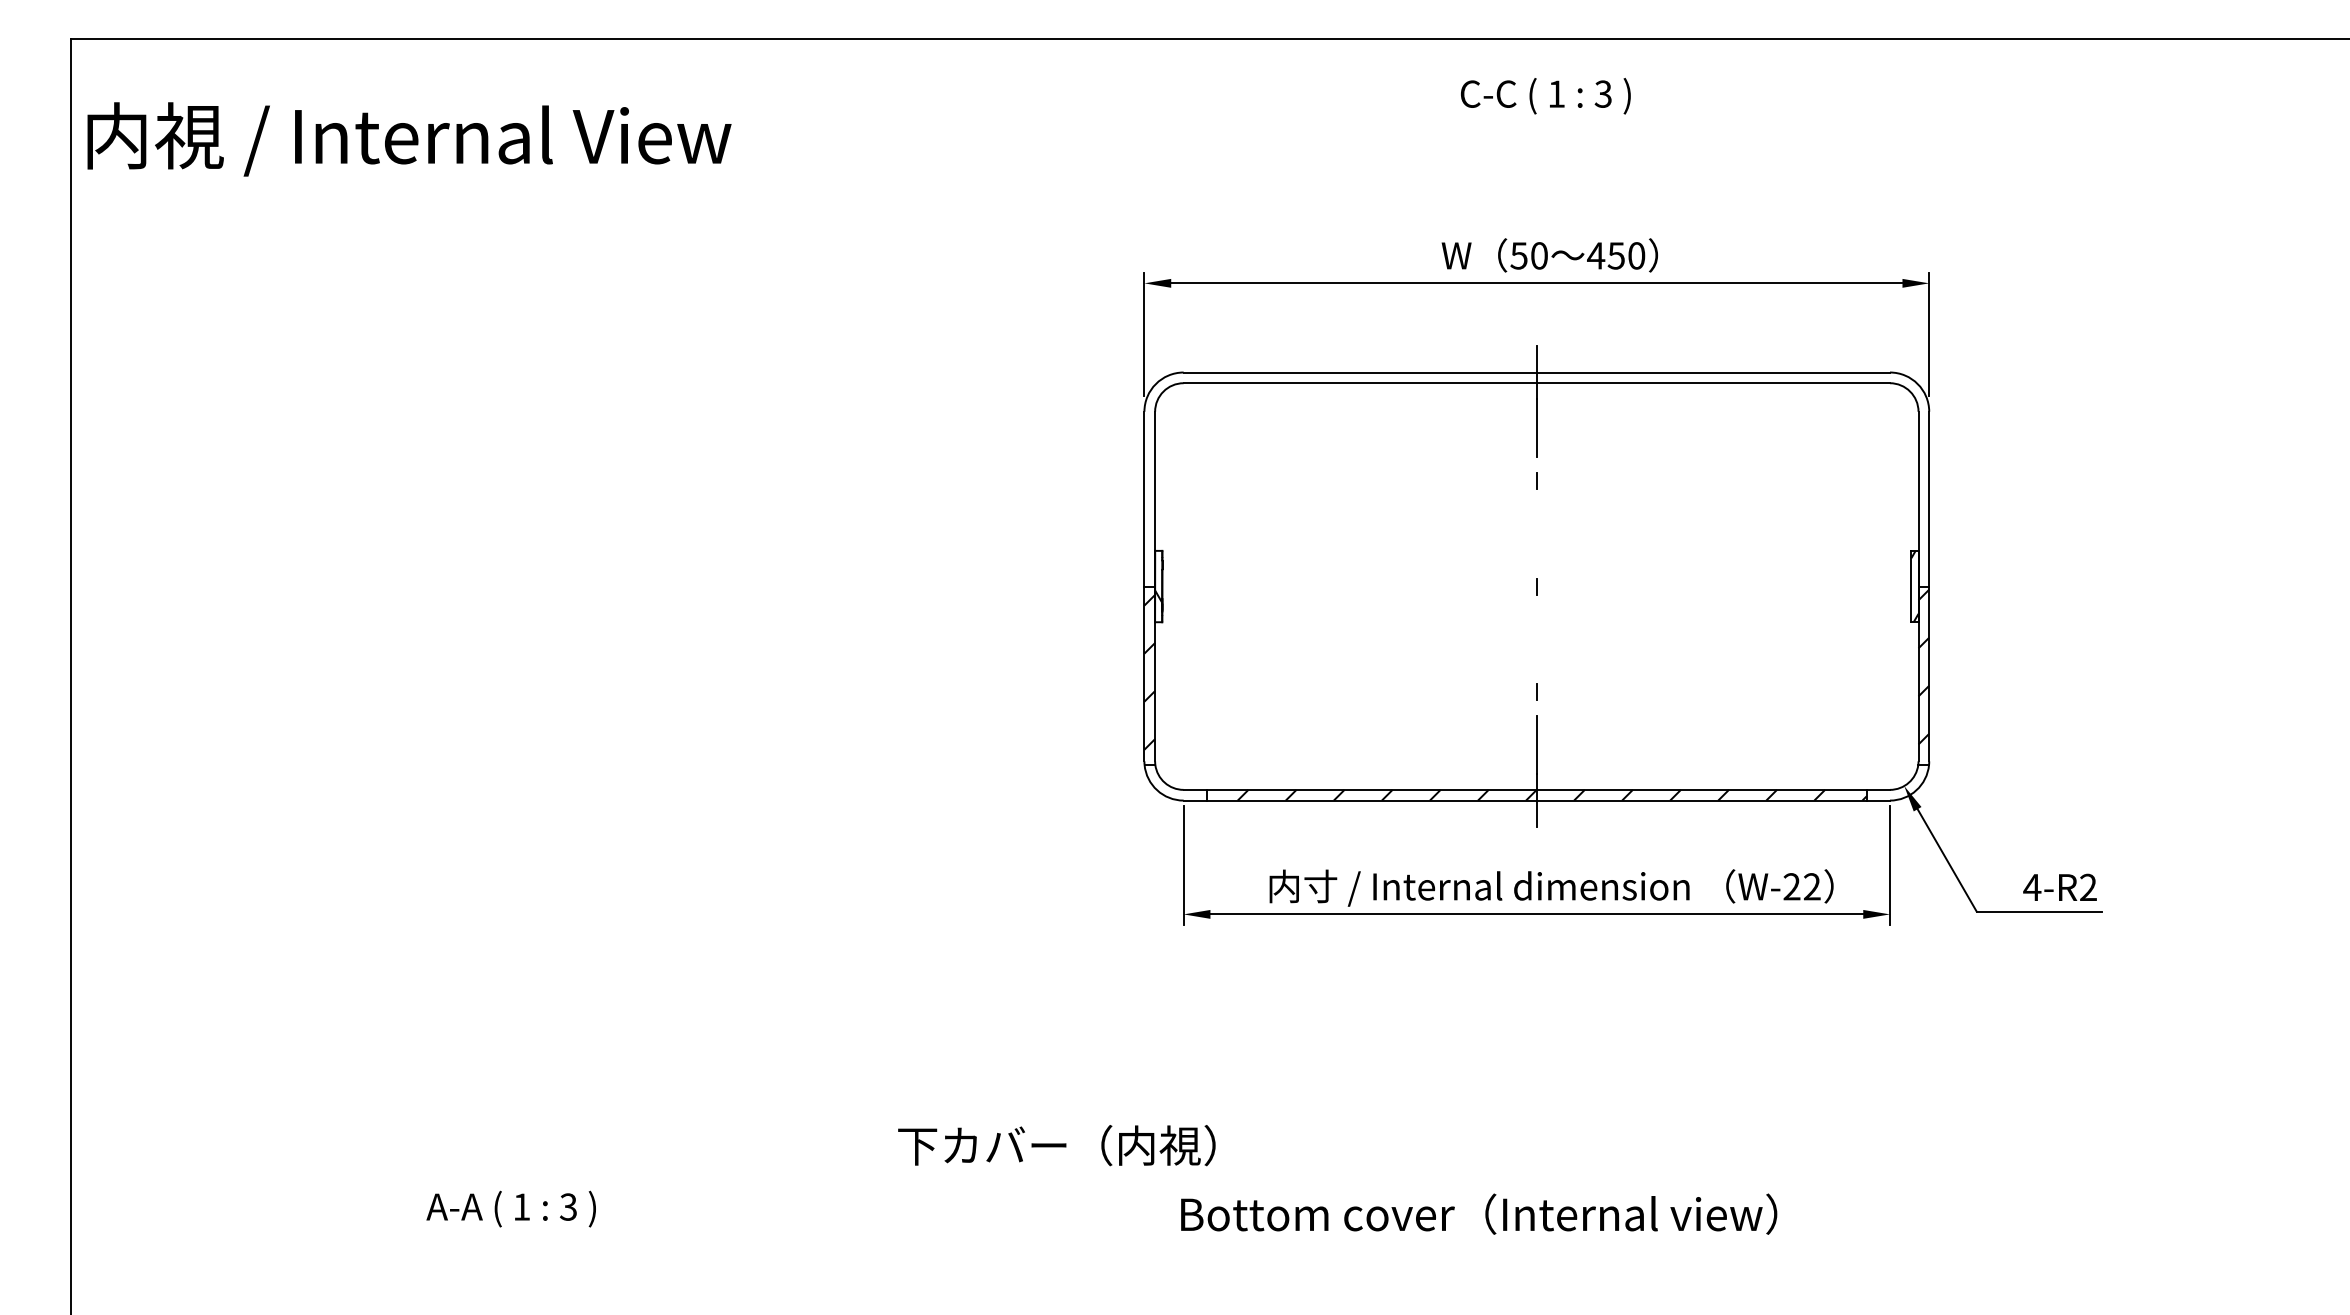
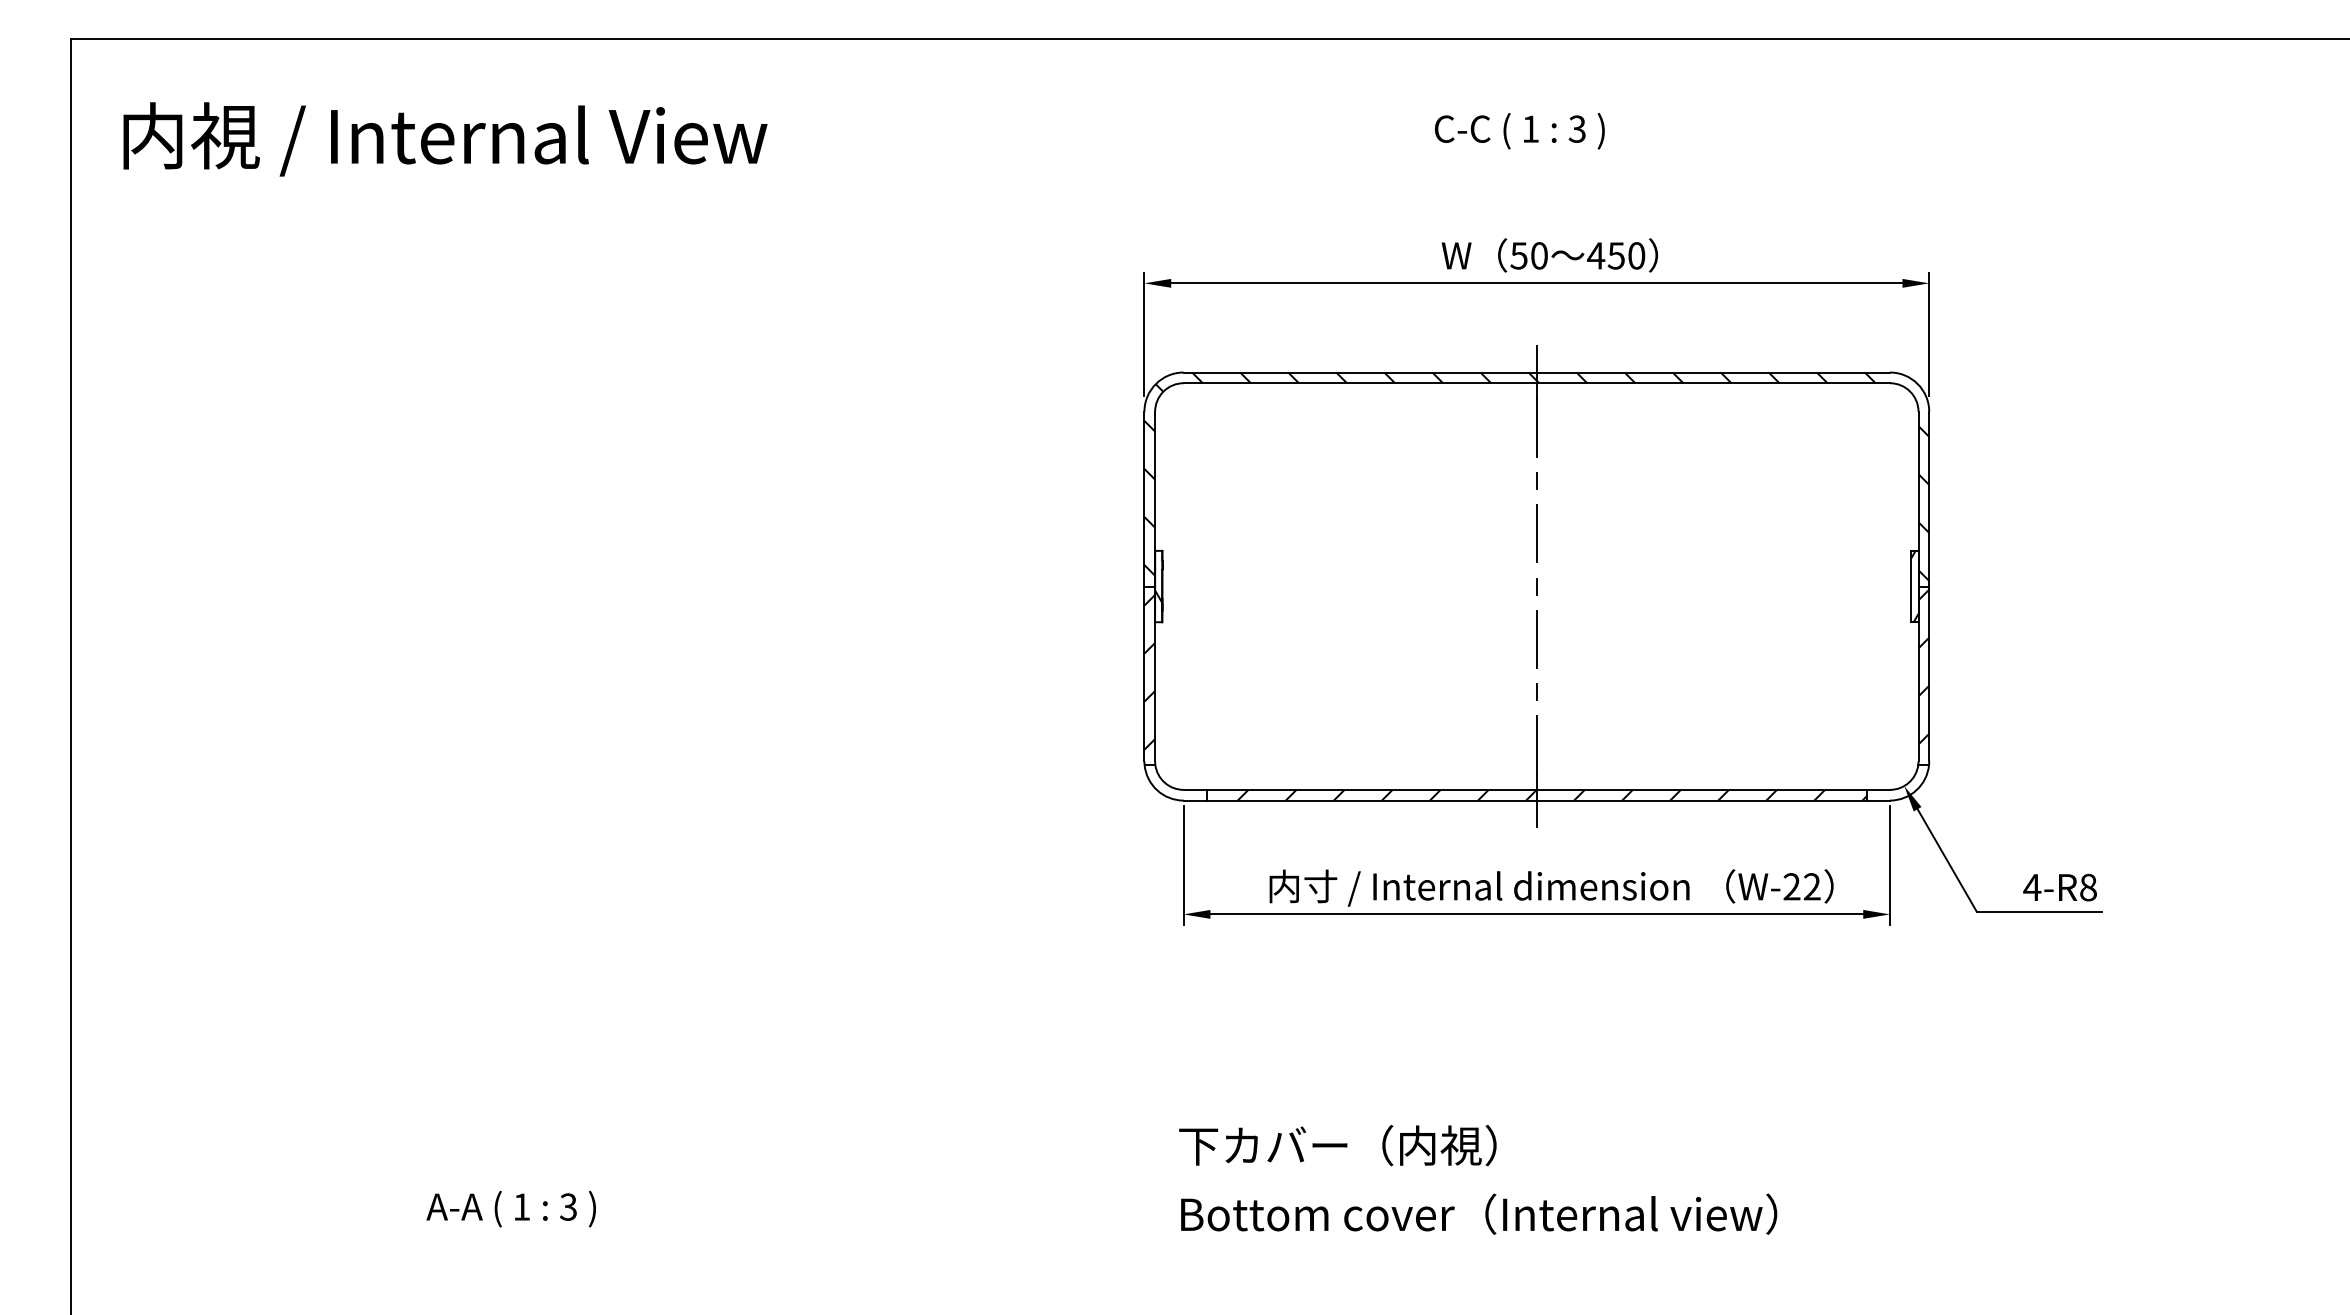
text at (1545, 96) position: (1545, 96) -> (1519, 131)
text at (409, 139) position: (409, 139) -> (445, 139)
hatch at (1536, 476): none -> present
line at (1536, 533): none -> present
line at (1536, 639): none -> present
text at (2088, 887): 4-R2 -> 4-R8
text at (1056, 1145) position: (1056, 1145) -> (1337, 1145)
